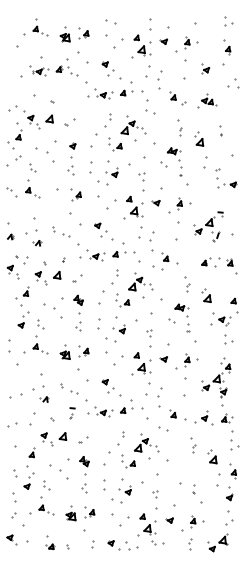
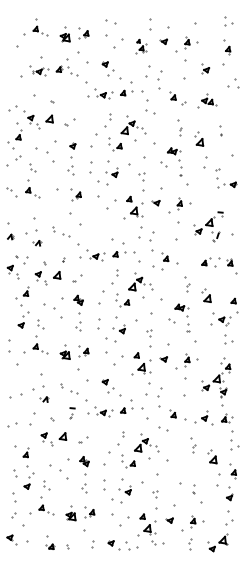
part at (141, 46) size: 21x25 px -> 13x17 px
part at (100, 229): present -> none
part at (31, 452) position: (31, 452) -> (25, 452)
